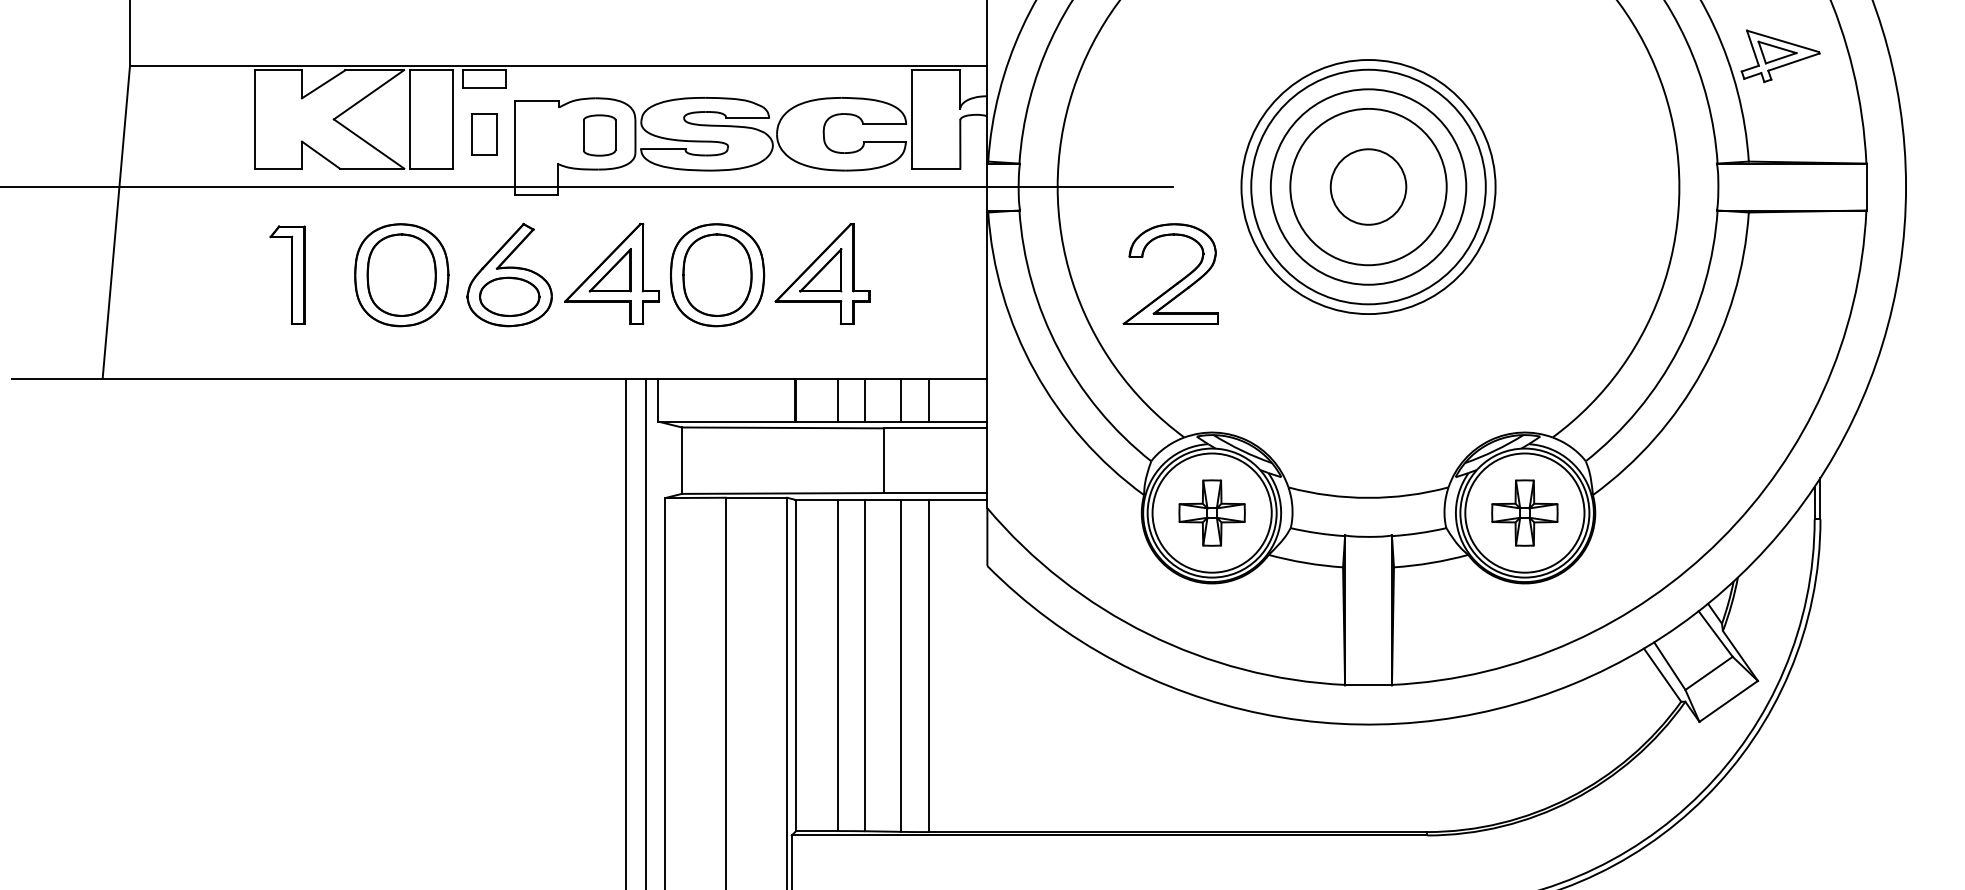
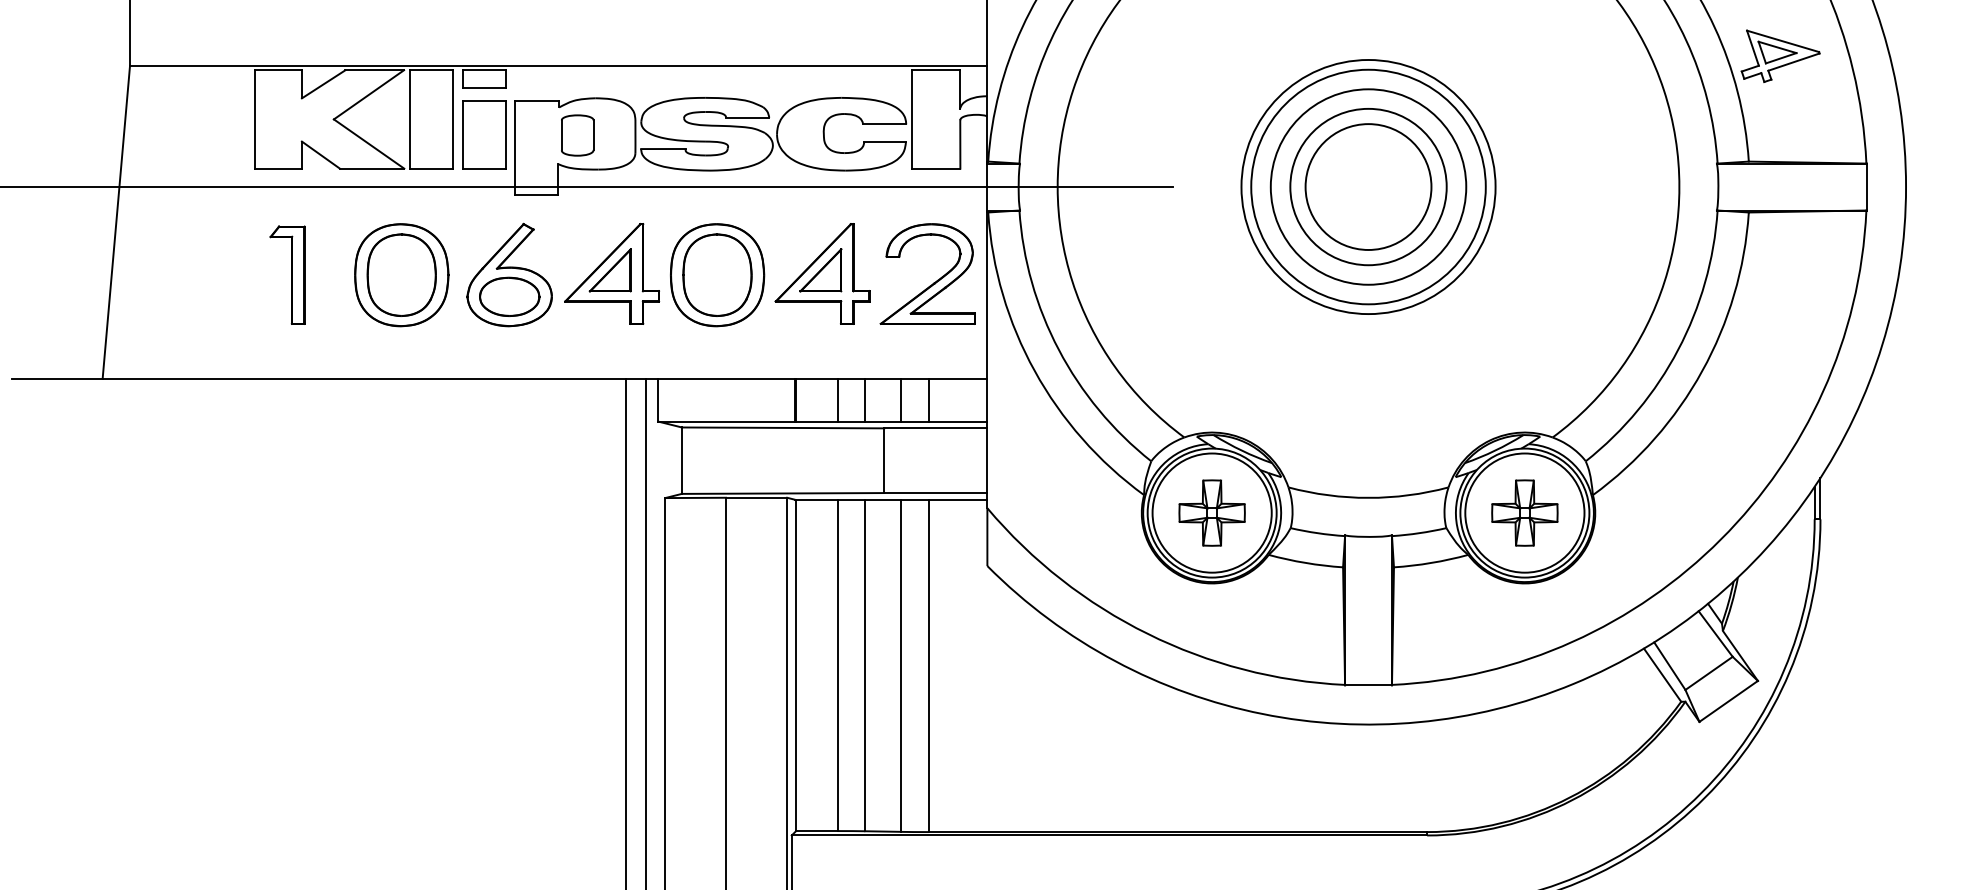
part at (484, 134) size: 27x43 px -> 45x70 px
part at (599, 135) position: (599, 135) -> (577, 135)
circle at (1368, 186) diameter: 76 px -> 126 px
part at (1176, 282) position: (1176, 282) -> (933, 282)
